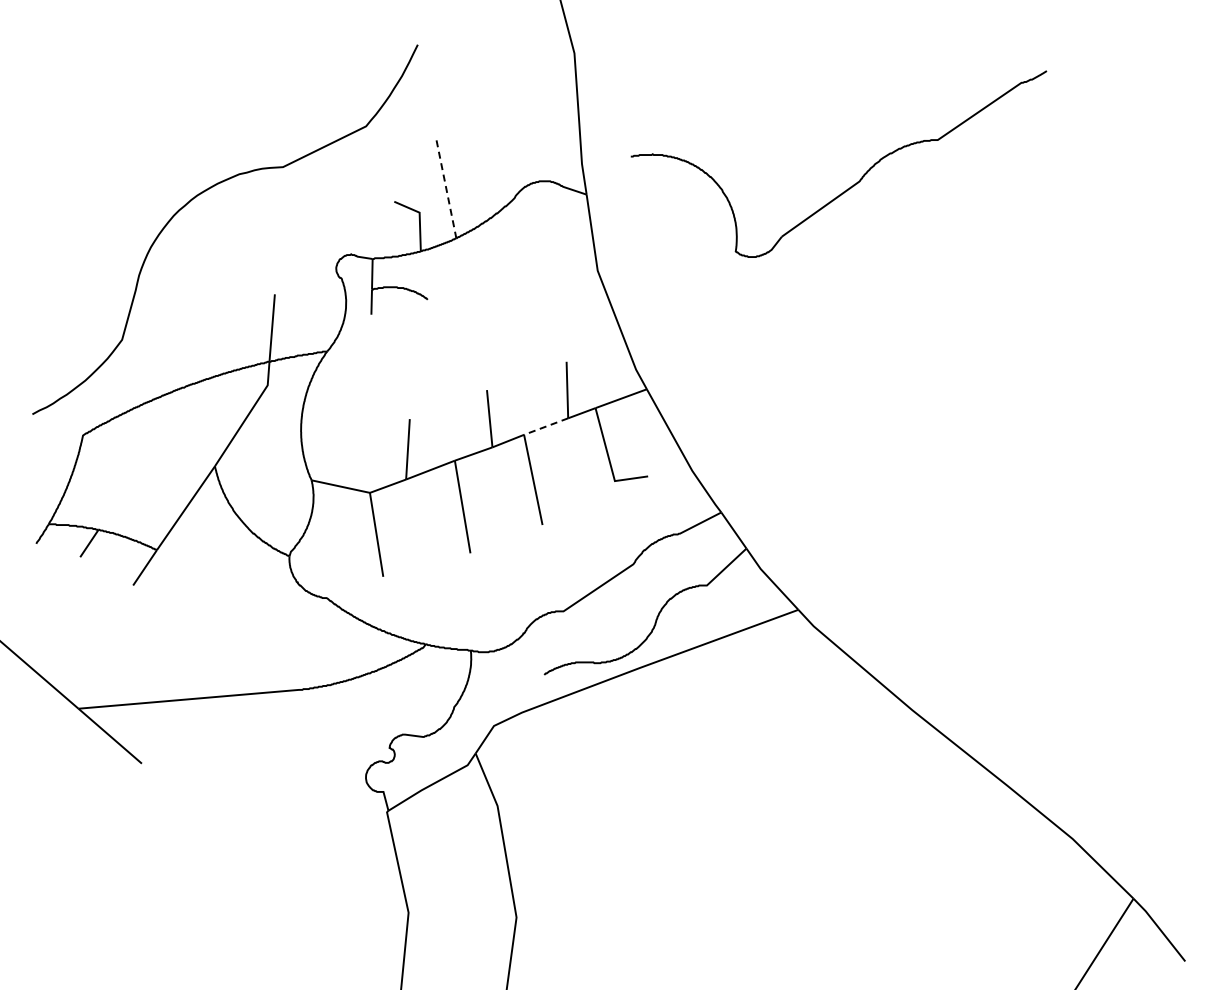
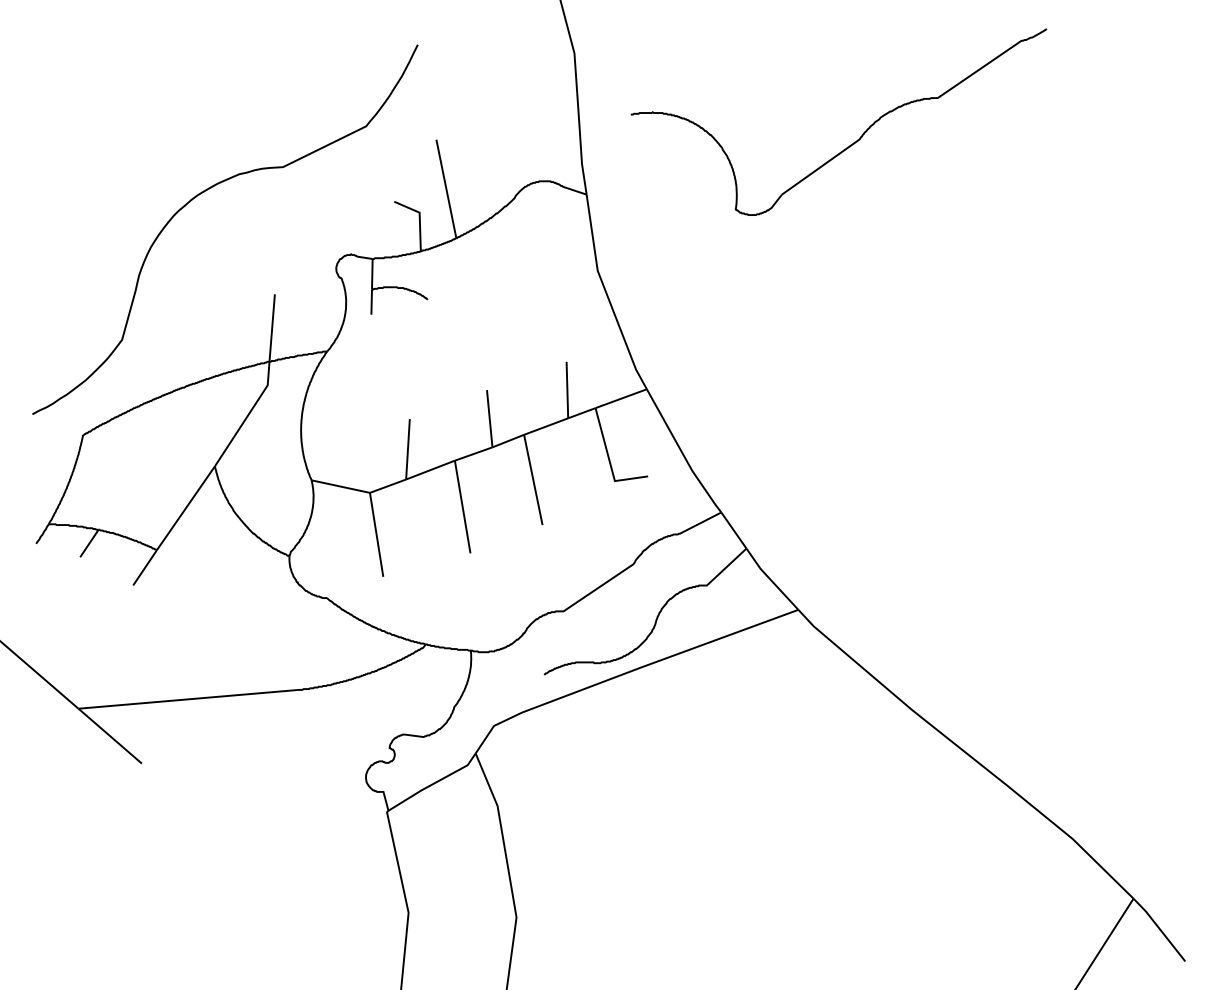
part at (854, 183) position: (854, 183) -> (854, 141)
line at (446, 188): dashed -> solid
line at (546, 426): dashed -> solid
